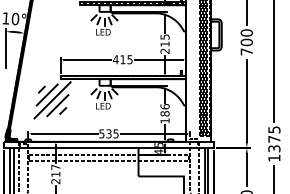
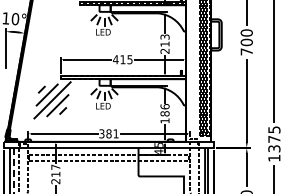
text at (164, 36): 215 -> 213
text at (108, 133): 535 -> 381
line at (14, 170): solid -> dashed
